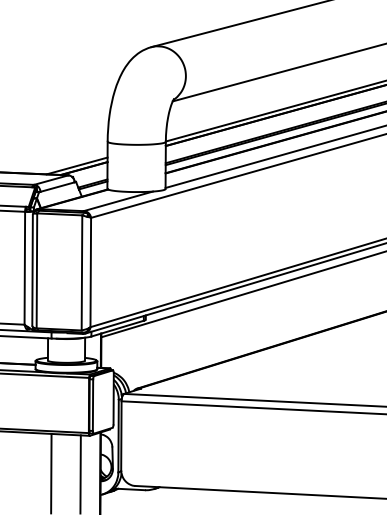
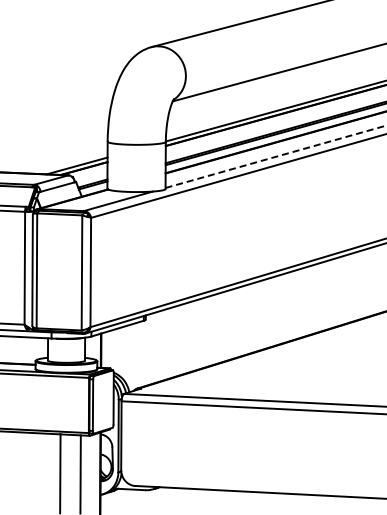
line at (276, 156): solid -> dashed
line at (242, 294): present -> none
line at (51, 472) position: (51, 472) -> (60, 472)
